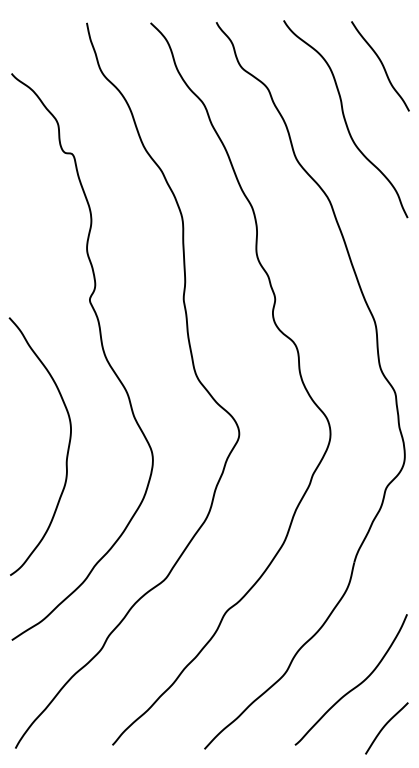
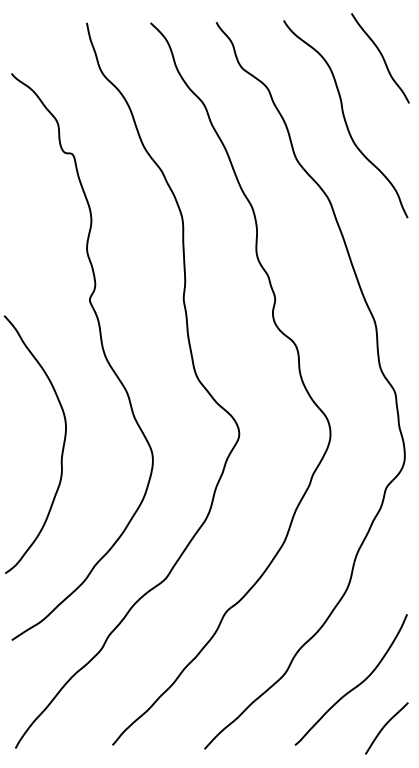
curve at (382, 66) position: (382, 66) -> (382, 58)
curve at (66, 453) position: (66, 453) -> (61, 451)
